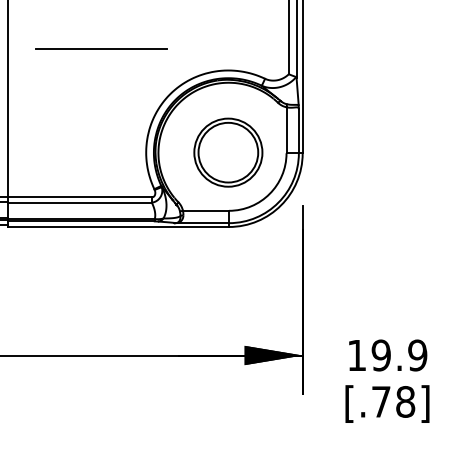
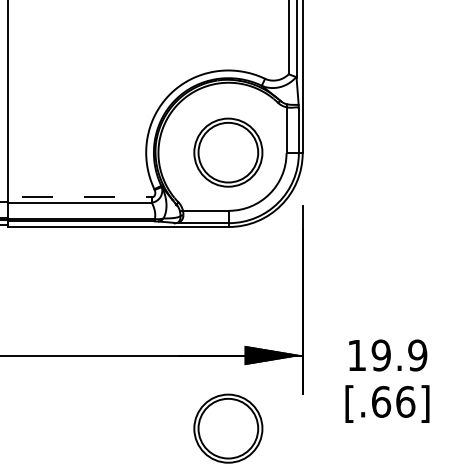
line at (101, 48): present -> none
line at (76, 197): solid -> dashed
text at (393, 401): [.78] -> [.66]
part at (228, 428): none -> present
